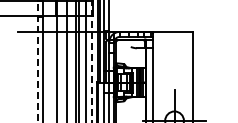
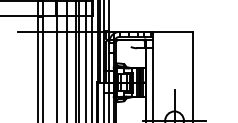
line at (38, 61): dashed -> solid
line at (92, 61): dashed -> solid
